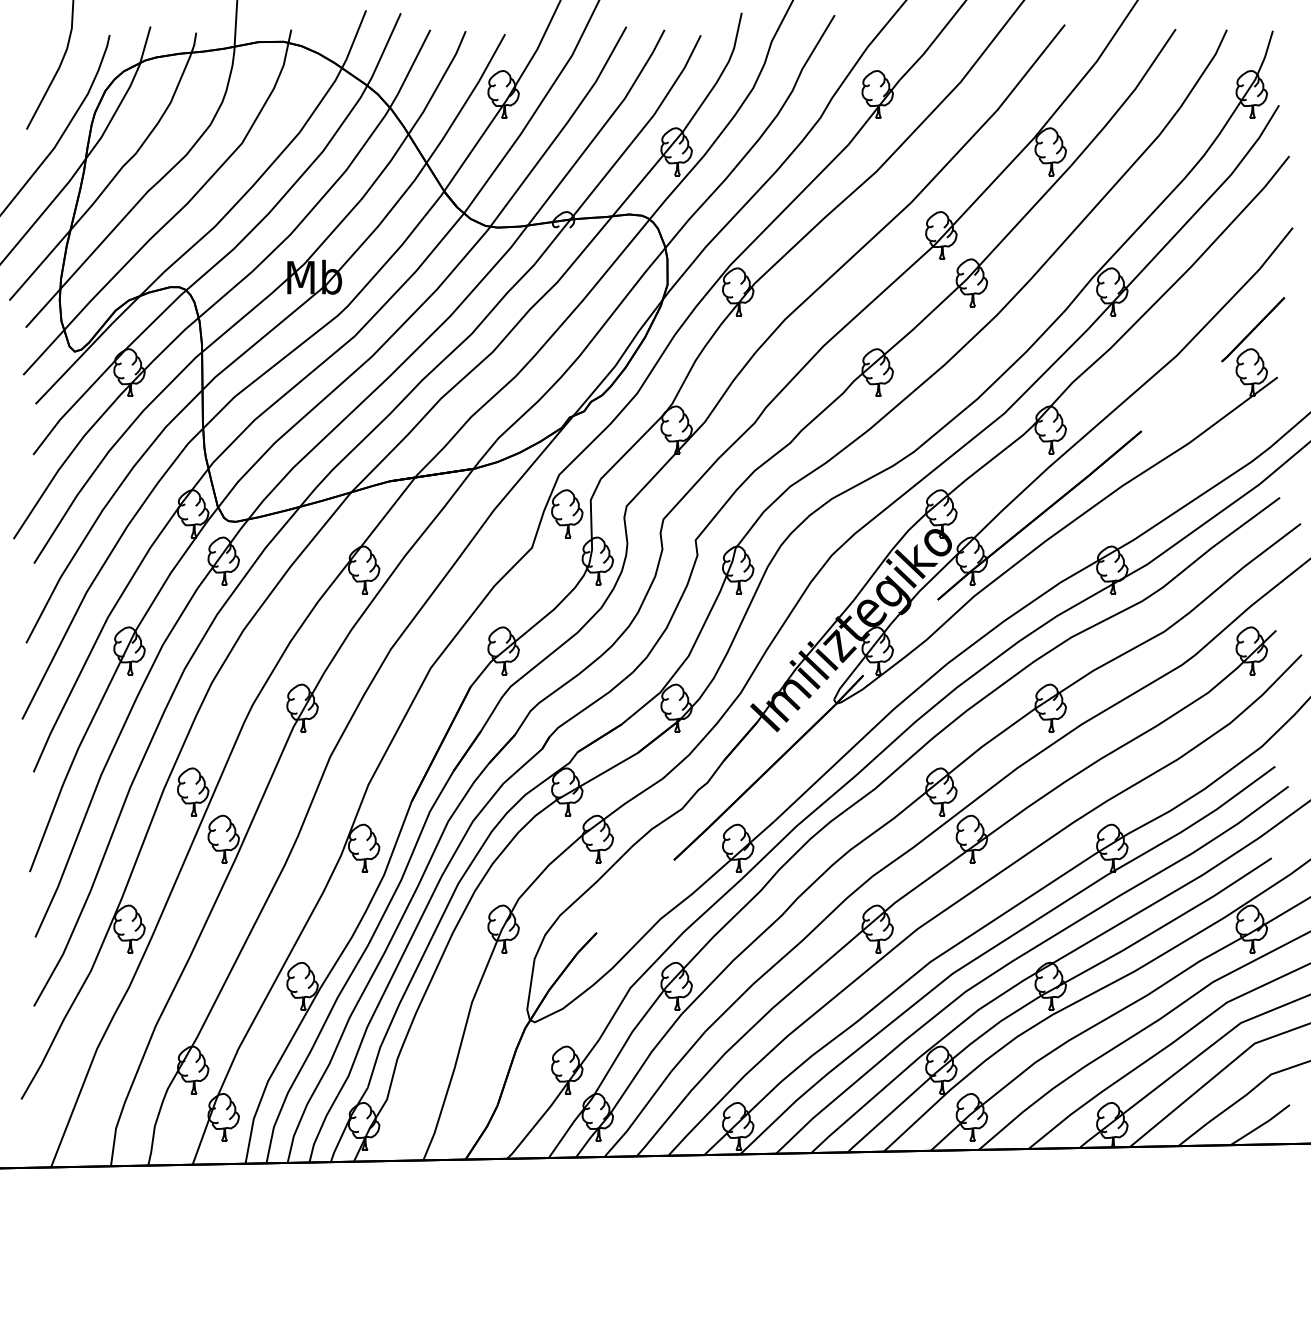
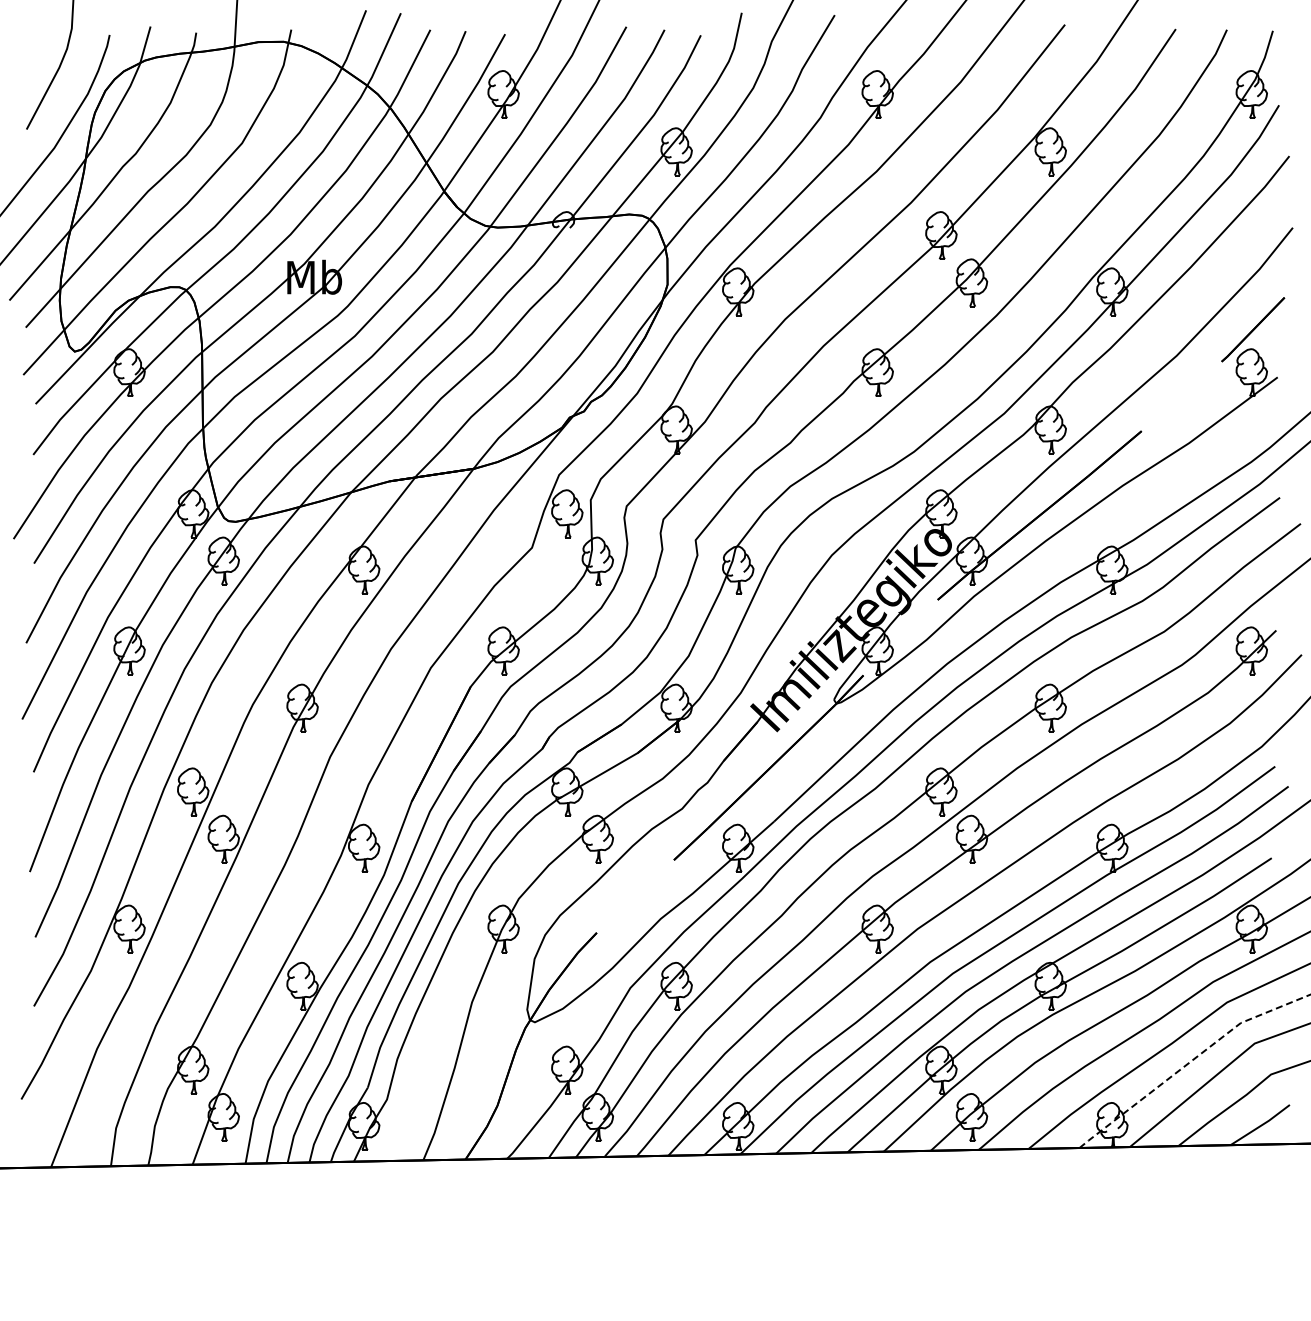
line at (1190, 1062): solid -> dashed
